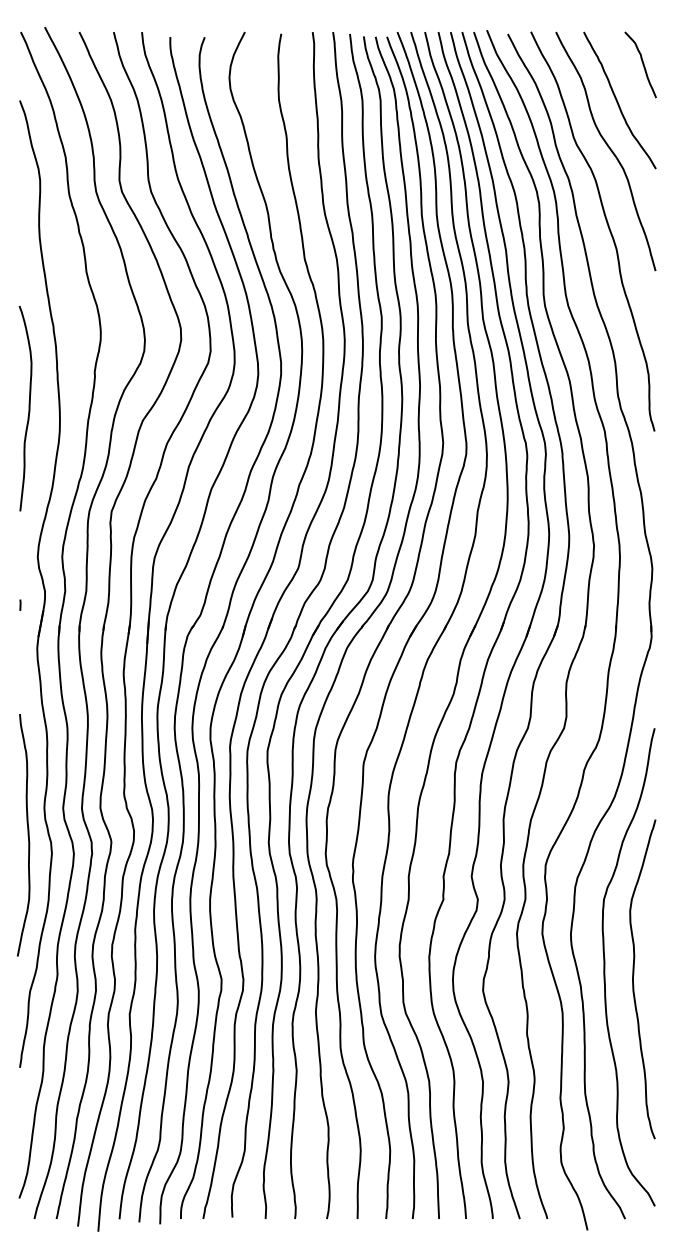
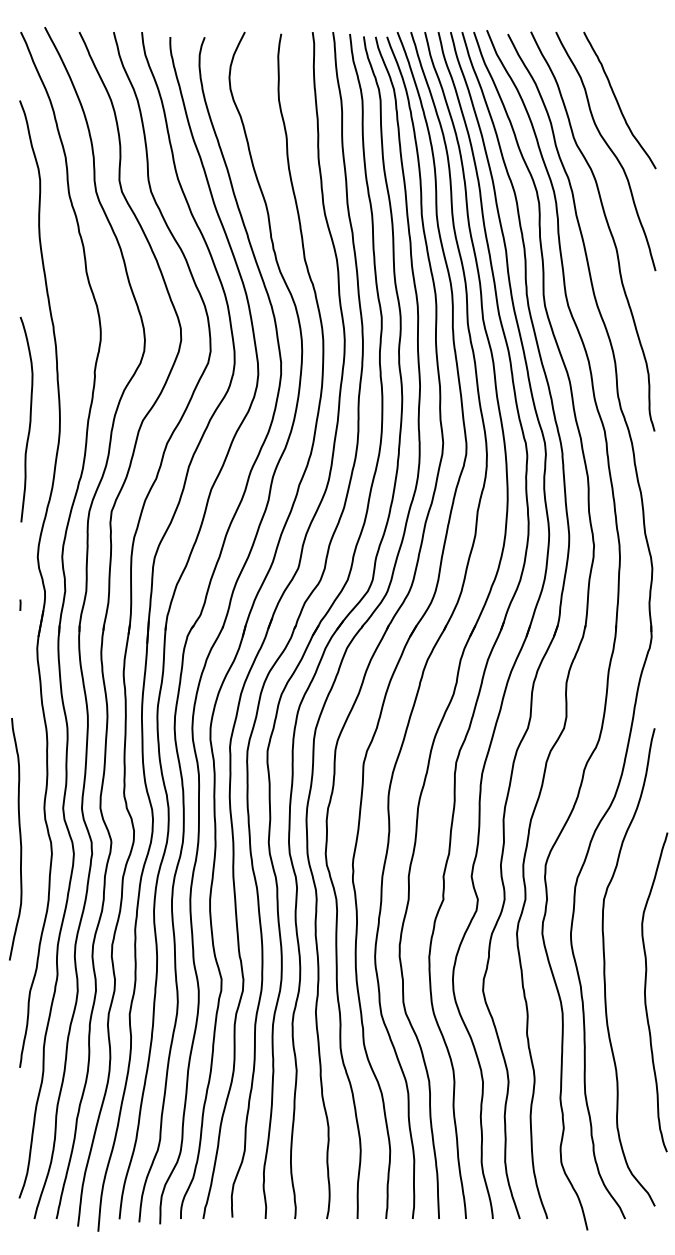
curve at (642, 64): present -> none
curve at (28, 408) position: (28, 408) -> (29, 419)
curve at (27, 835) position: (27, 835) -> (19, 839)
curve at (634, 975) position: (634, 975) -> (646, 988)
